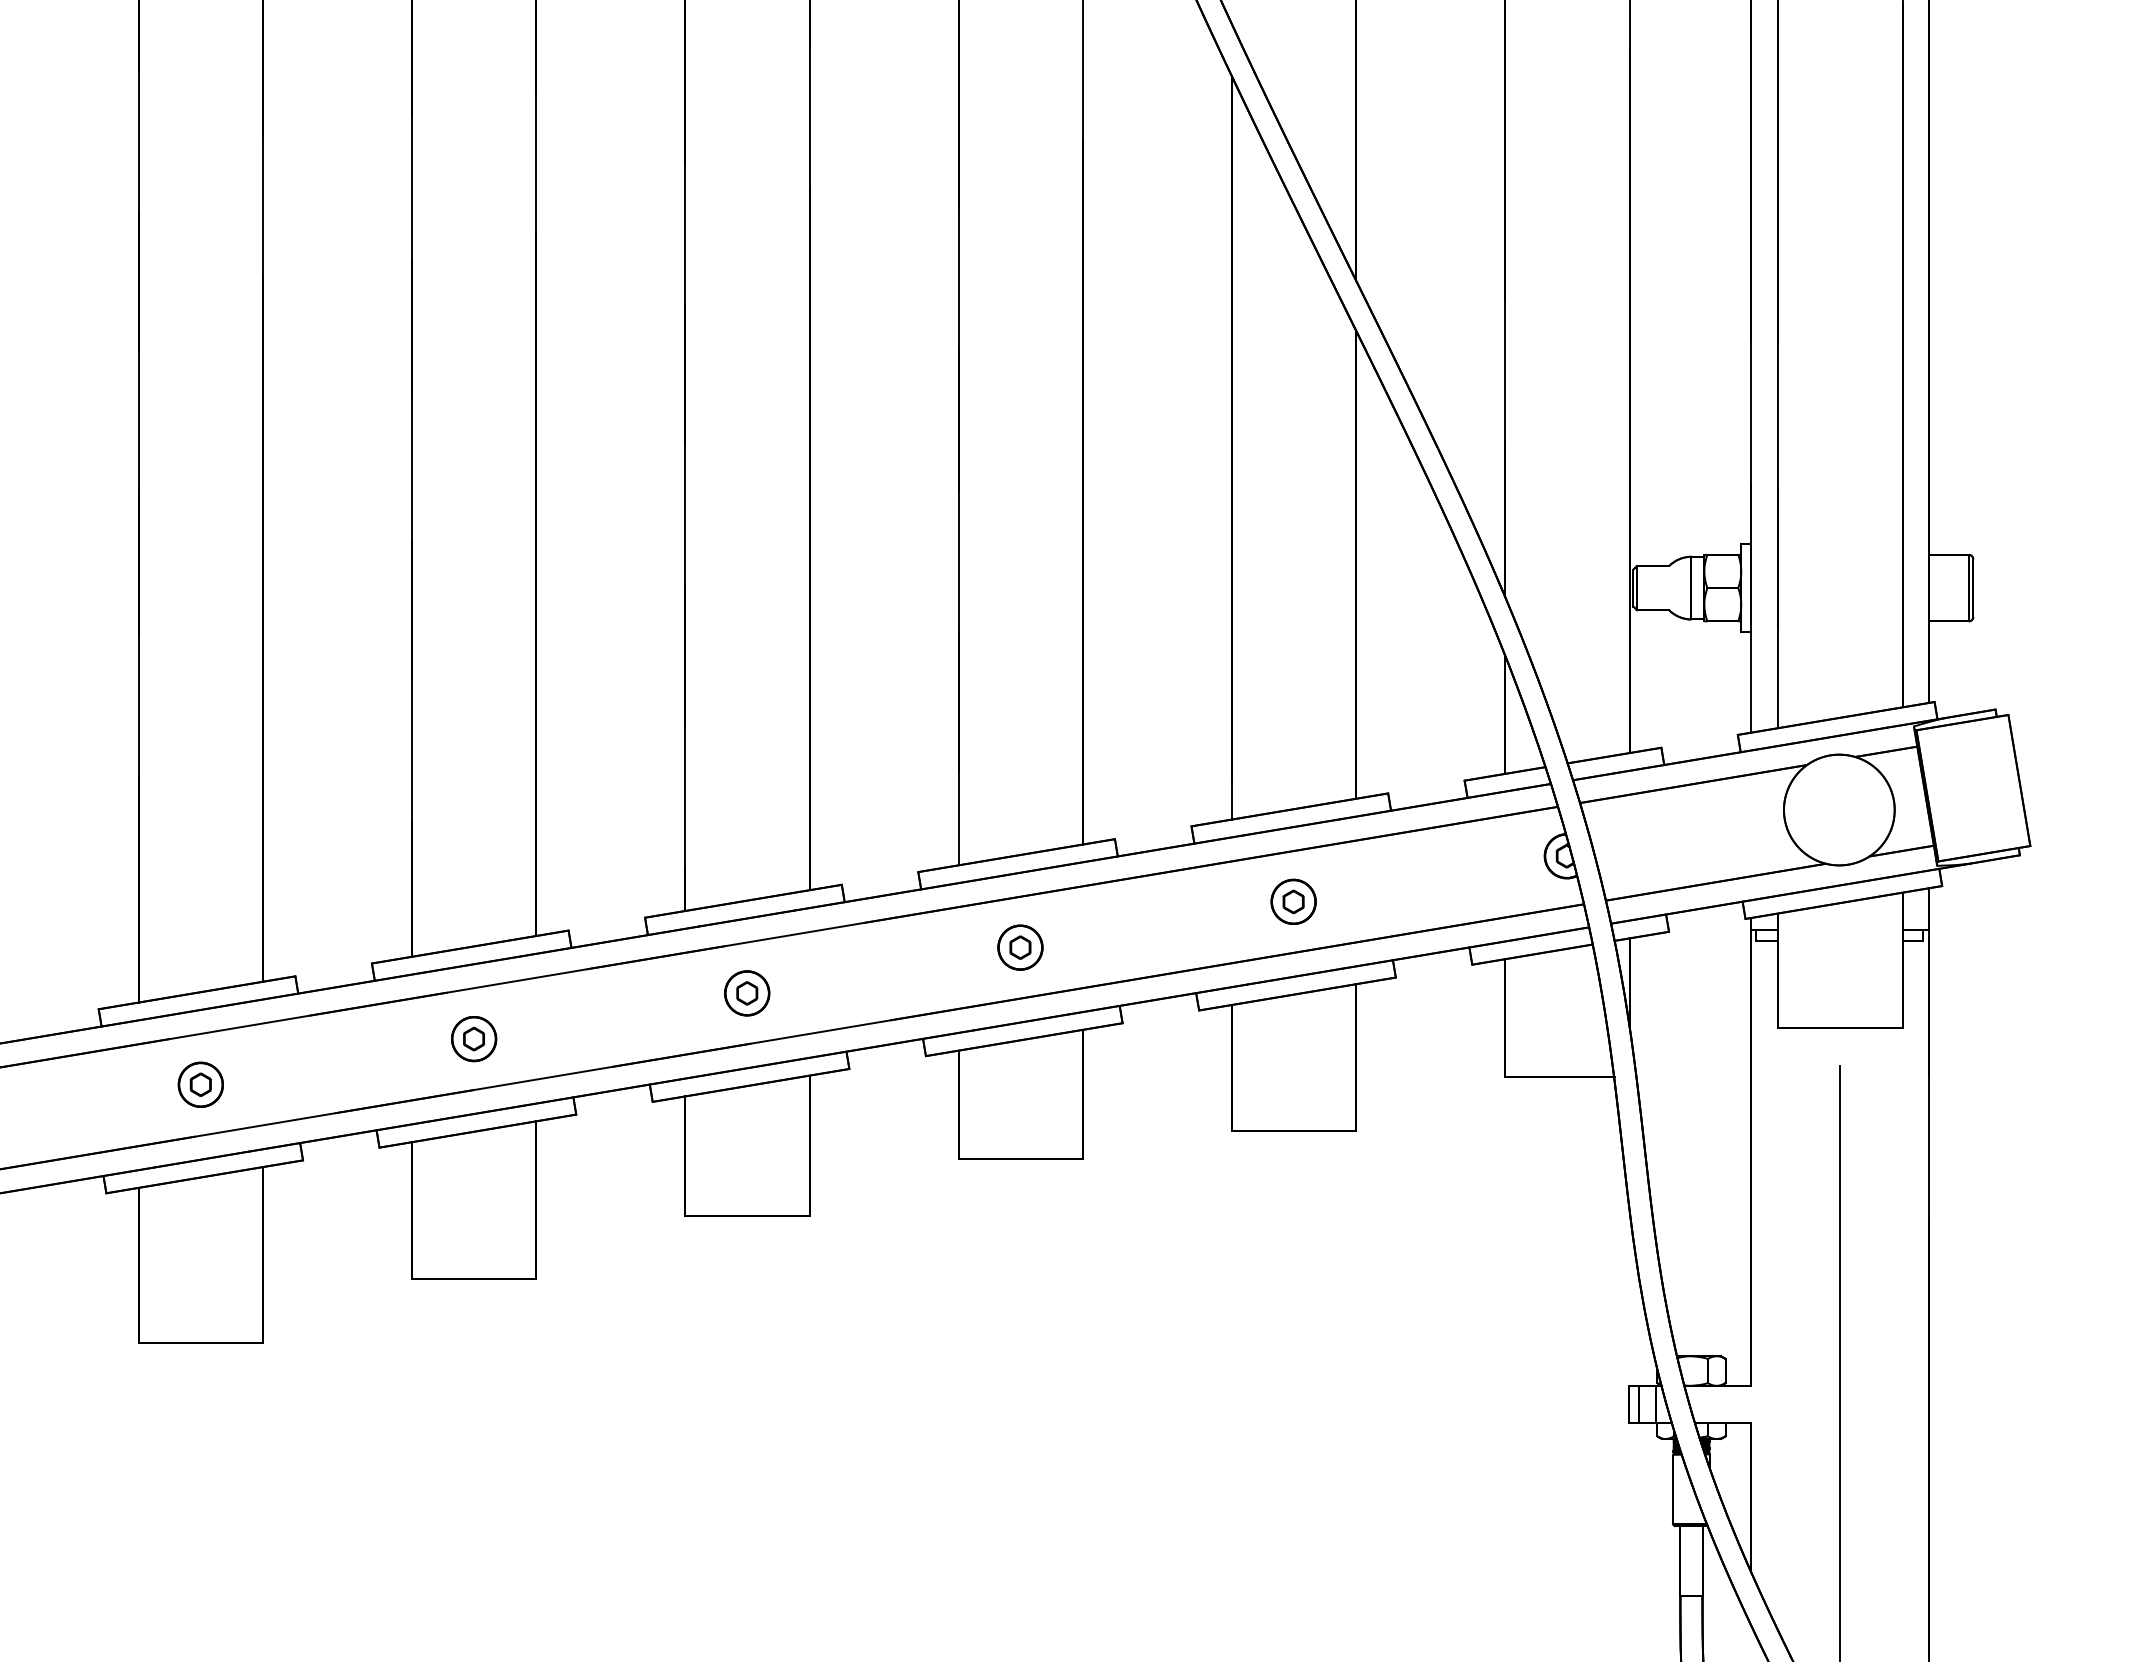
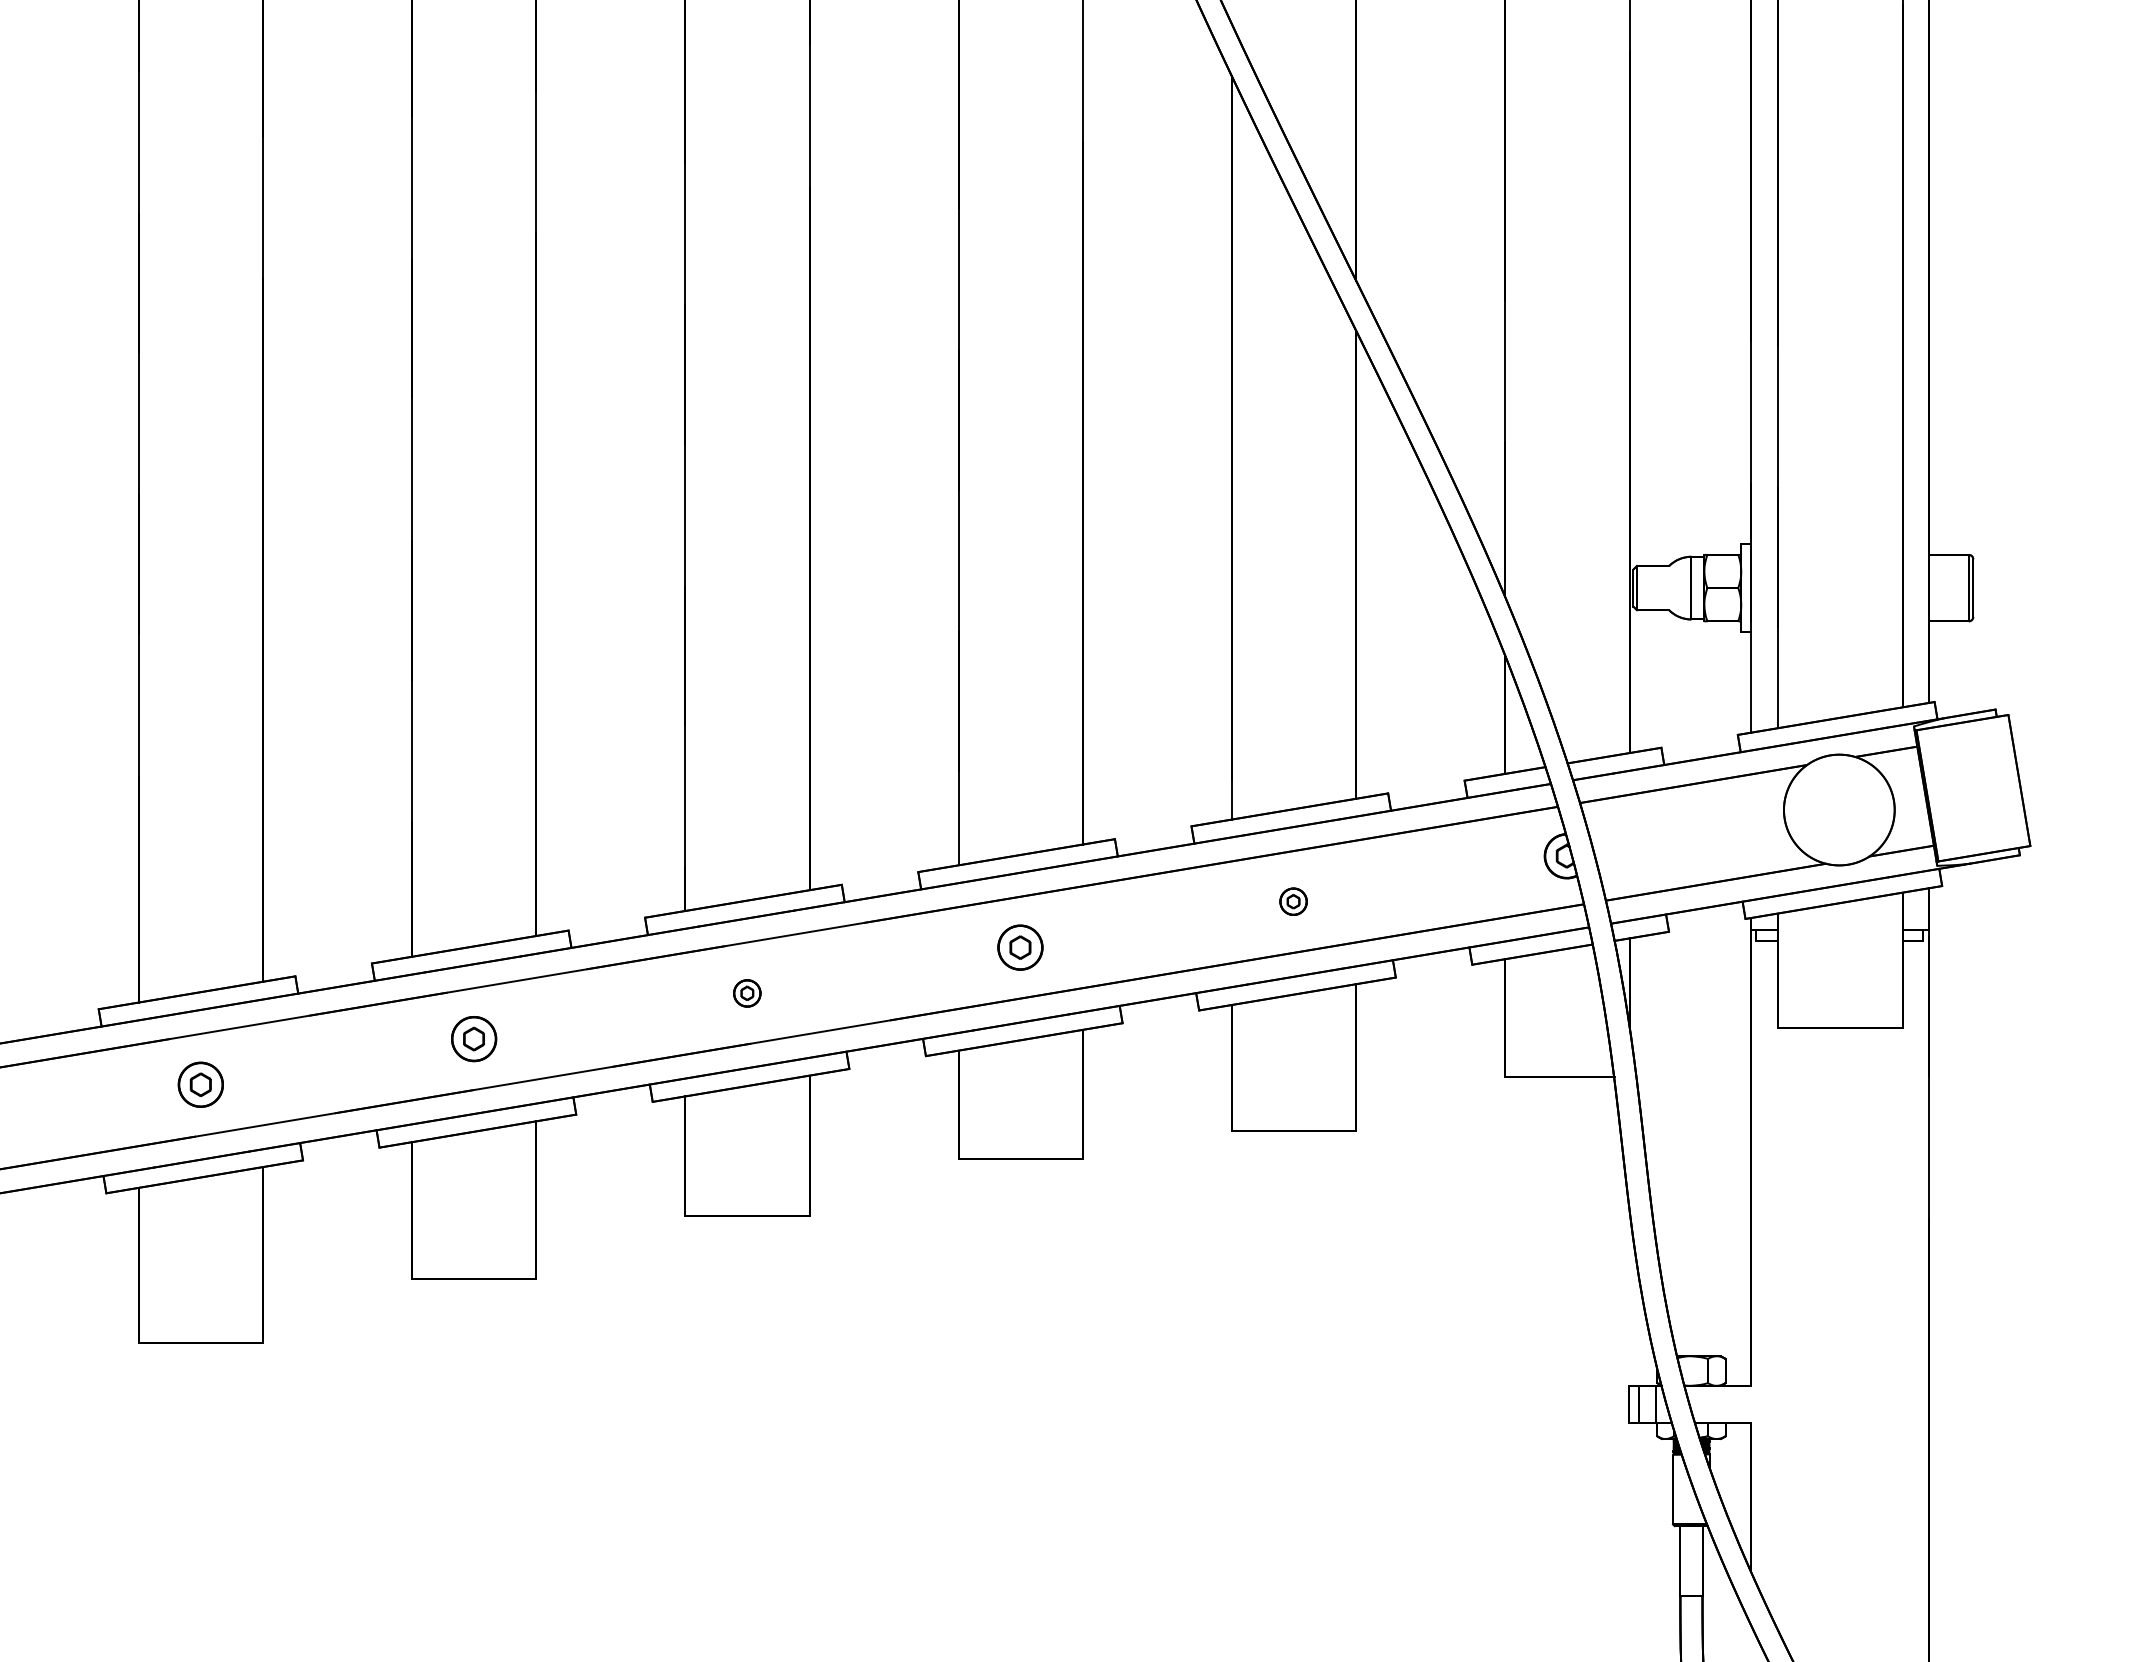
part at (1293, 901) size: 47x47 px -> 29x29 px
part at (747, 993) size: 47x47 px -> 29x29 px
line at (1839, 1361): present -> none
